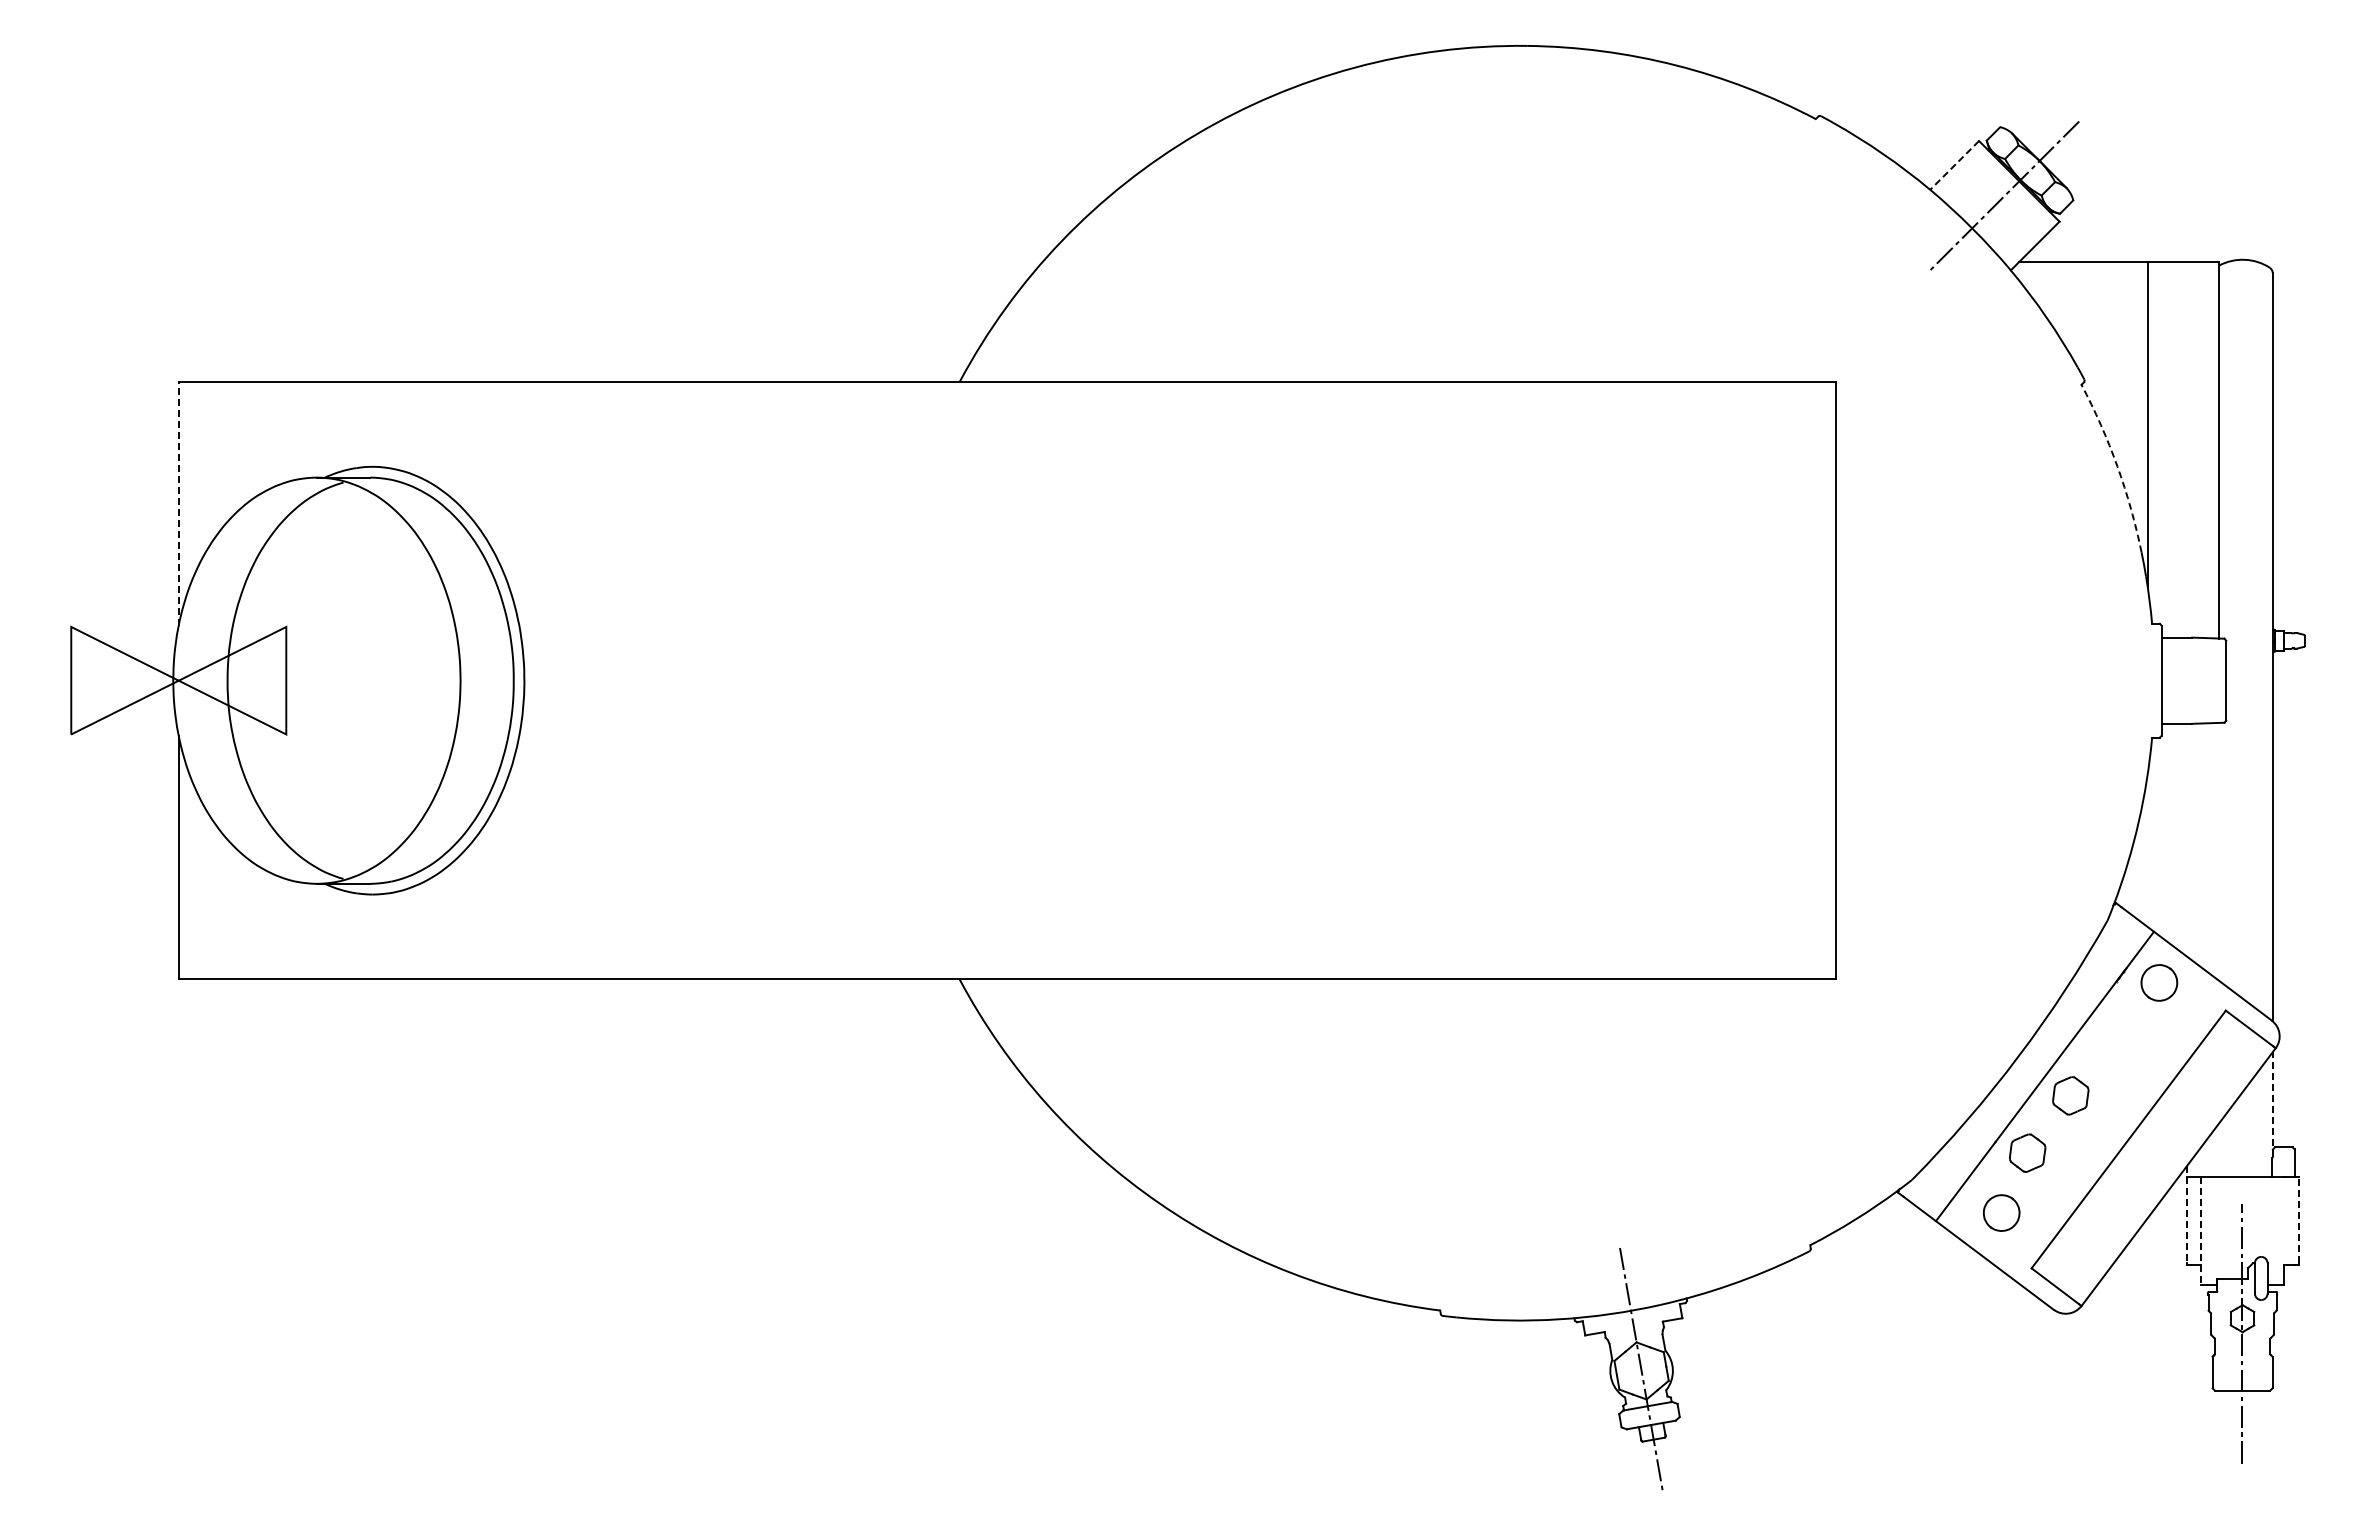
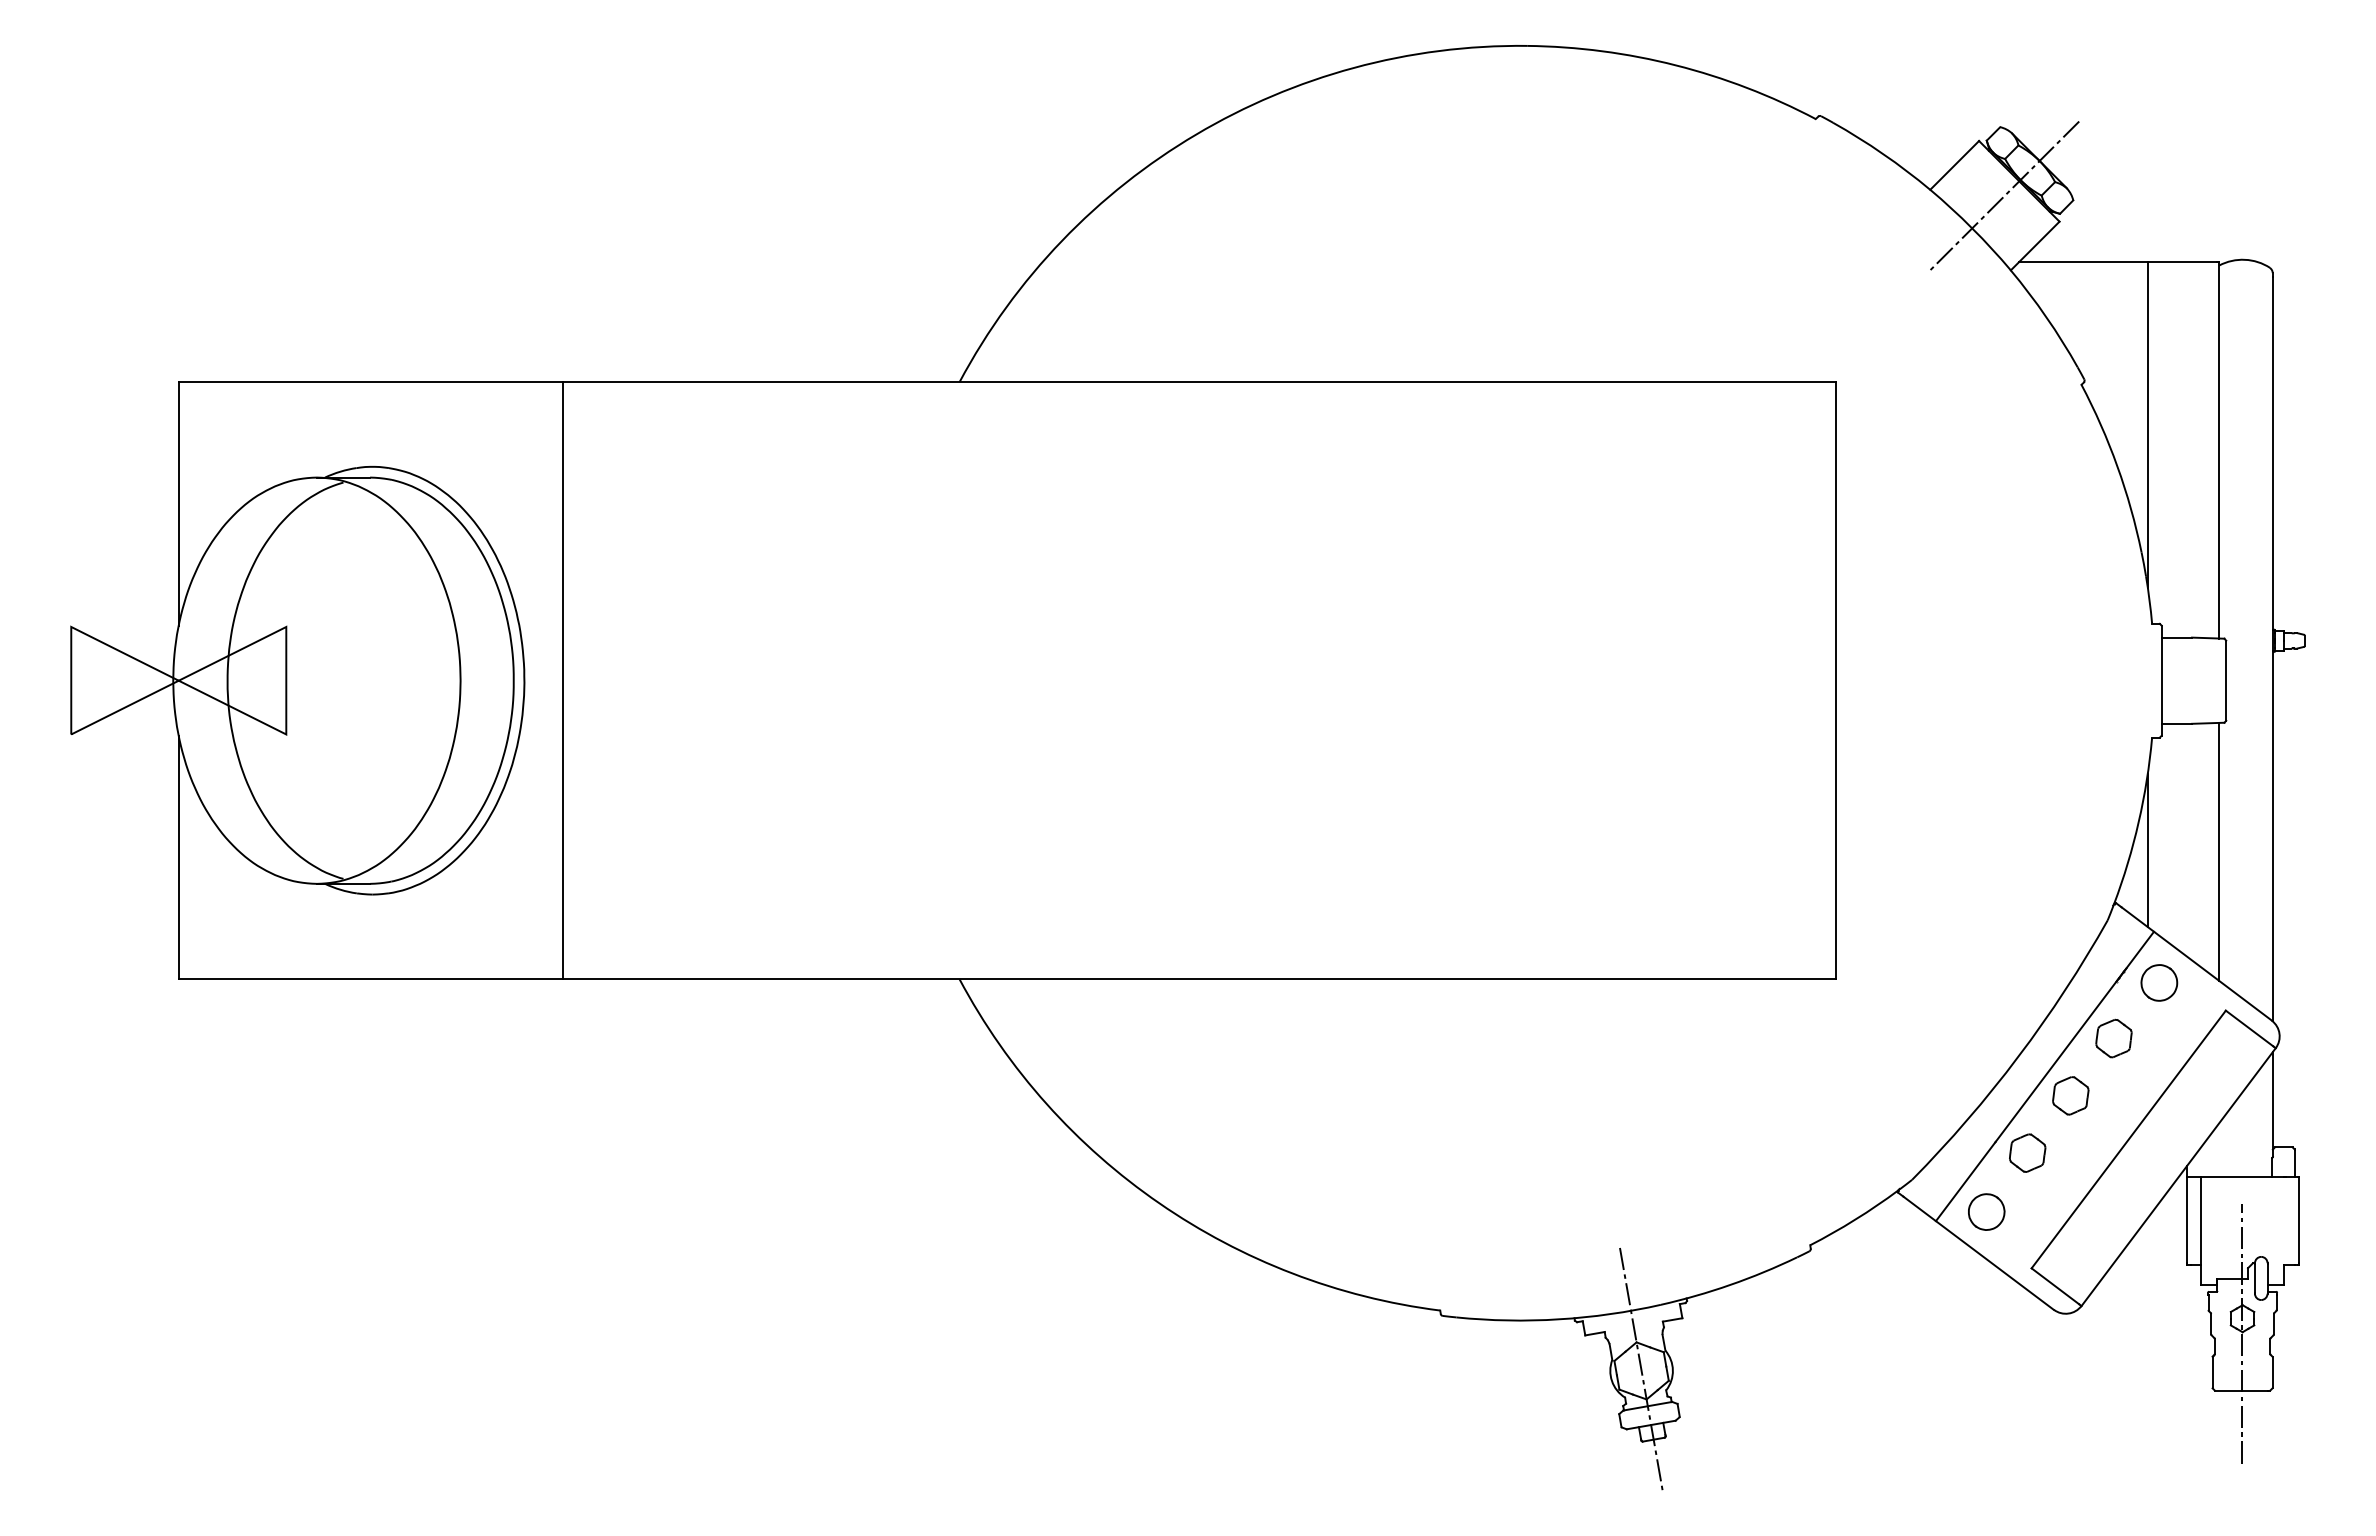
line at (1954, 165): dashed -> solid
arc at (2117, 466): dashed -> solid
line at (178, 503): dashed -> solid
line at (563, 680): none -> present
line at (2148, 850): none -> present
line at (2219, 851): none -> present
part at (2113, 1038): none -> present
line at (2272, 1104): dashed -> solid
part at (2001, 1212) position: (2001, 1212) -> (1986, 1211)
line at (2187, 1214): dashed -> solid
line at (2298, 1219): dashed -> solid
line at (2200, 1230): dashed -> solid
